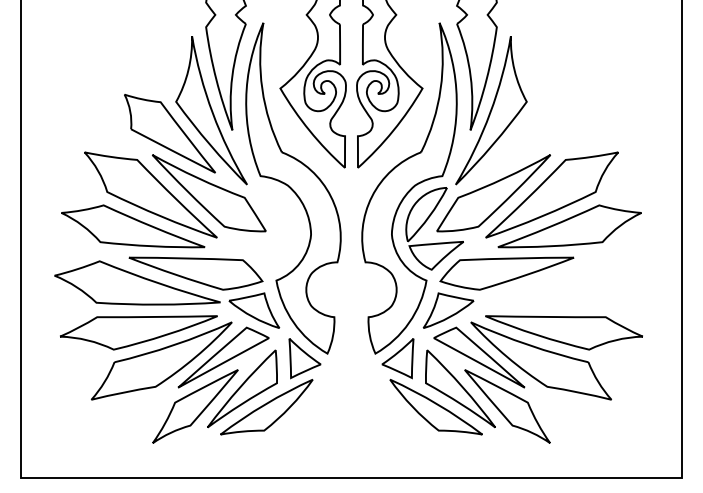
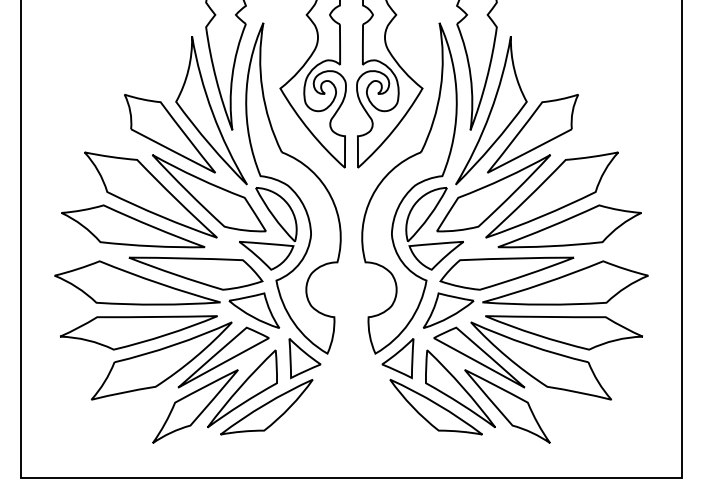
part at (532, 133): none -> present
part at (276, 222): none -> present
part at (565, 282): none -> present
